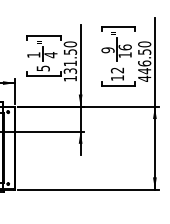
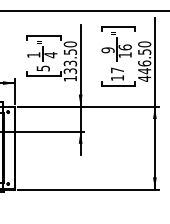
line at (84, 11): none -> present
text at (70, 63): 131.50 -> 133.50
text at (116, 70): 12 -> 17
